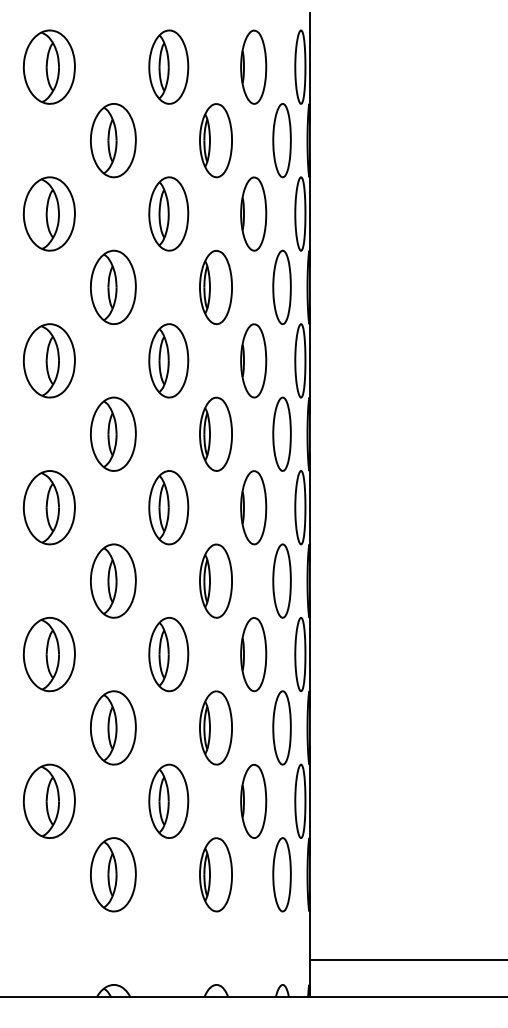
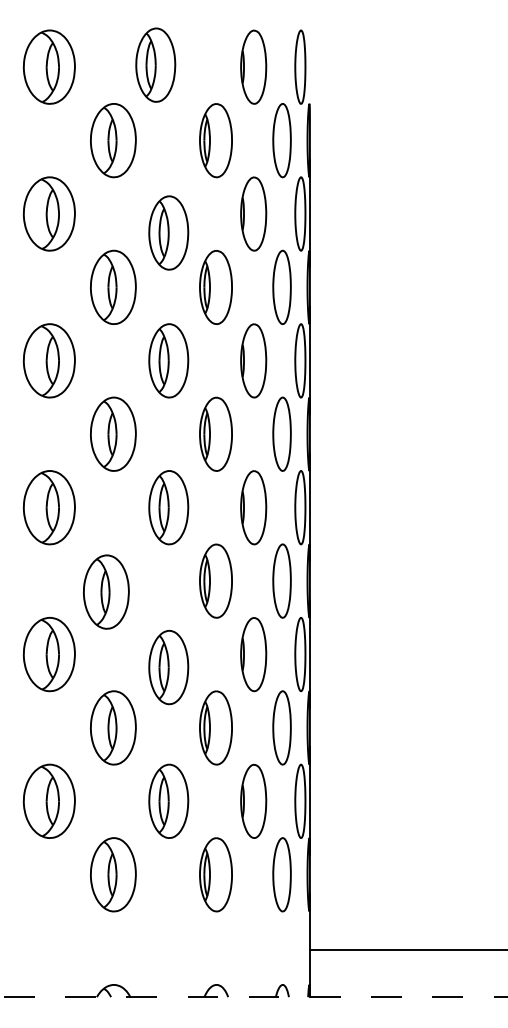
part at (168, 66) position: (168, 66) -> (155, 64)
line at (309, 66): present -> none
part at (168, 213) position: (168, 213) -> (168, 232)
part at (113, 580) position: (113, 580) -> (106, 591)
part at (168, 654) position: (168, 654) -> (168, 667)
line at (406, 960) position: (406, 960) -> (406, 950)
line at (254, 997): solid -> dashed
